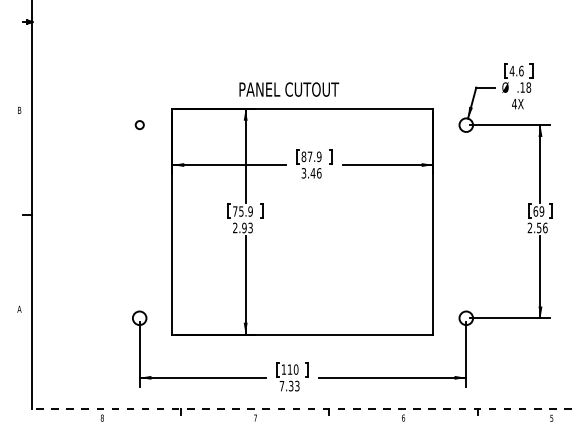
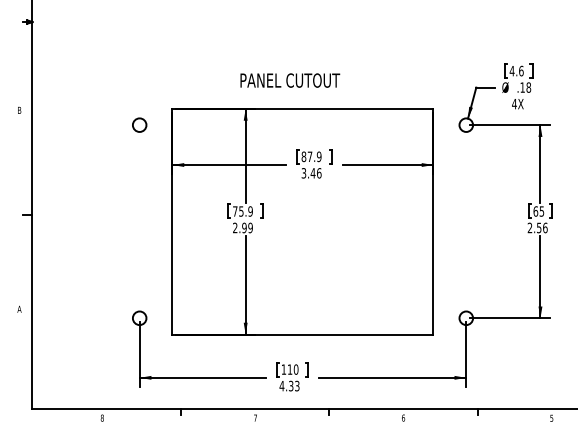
text at (289, 89) position: (289, 89) -> (290, 80)
circle at (139, 125) size: 11x11 px -> 16x16 px
text at (541, 211): 69 -> 65
text at (250, 227): 2.93 -> 2.99
text at (281, 386): 7.33 -> 4.33
line at (304, 408): dashed -> solid
